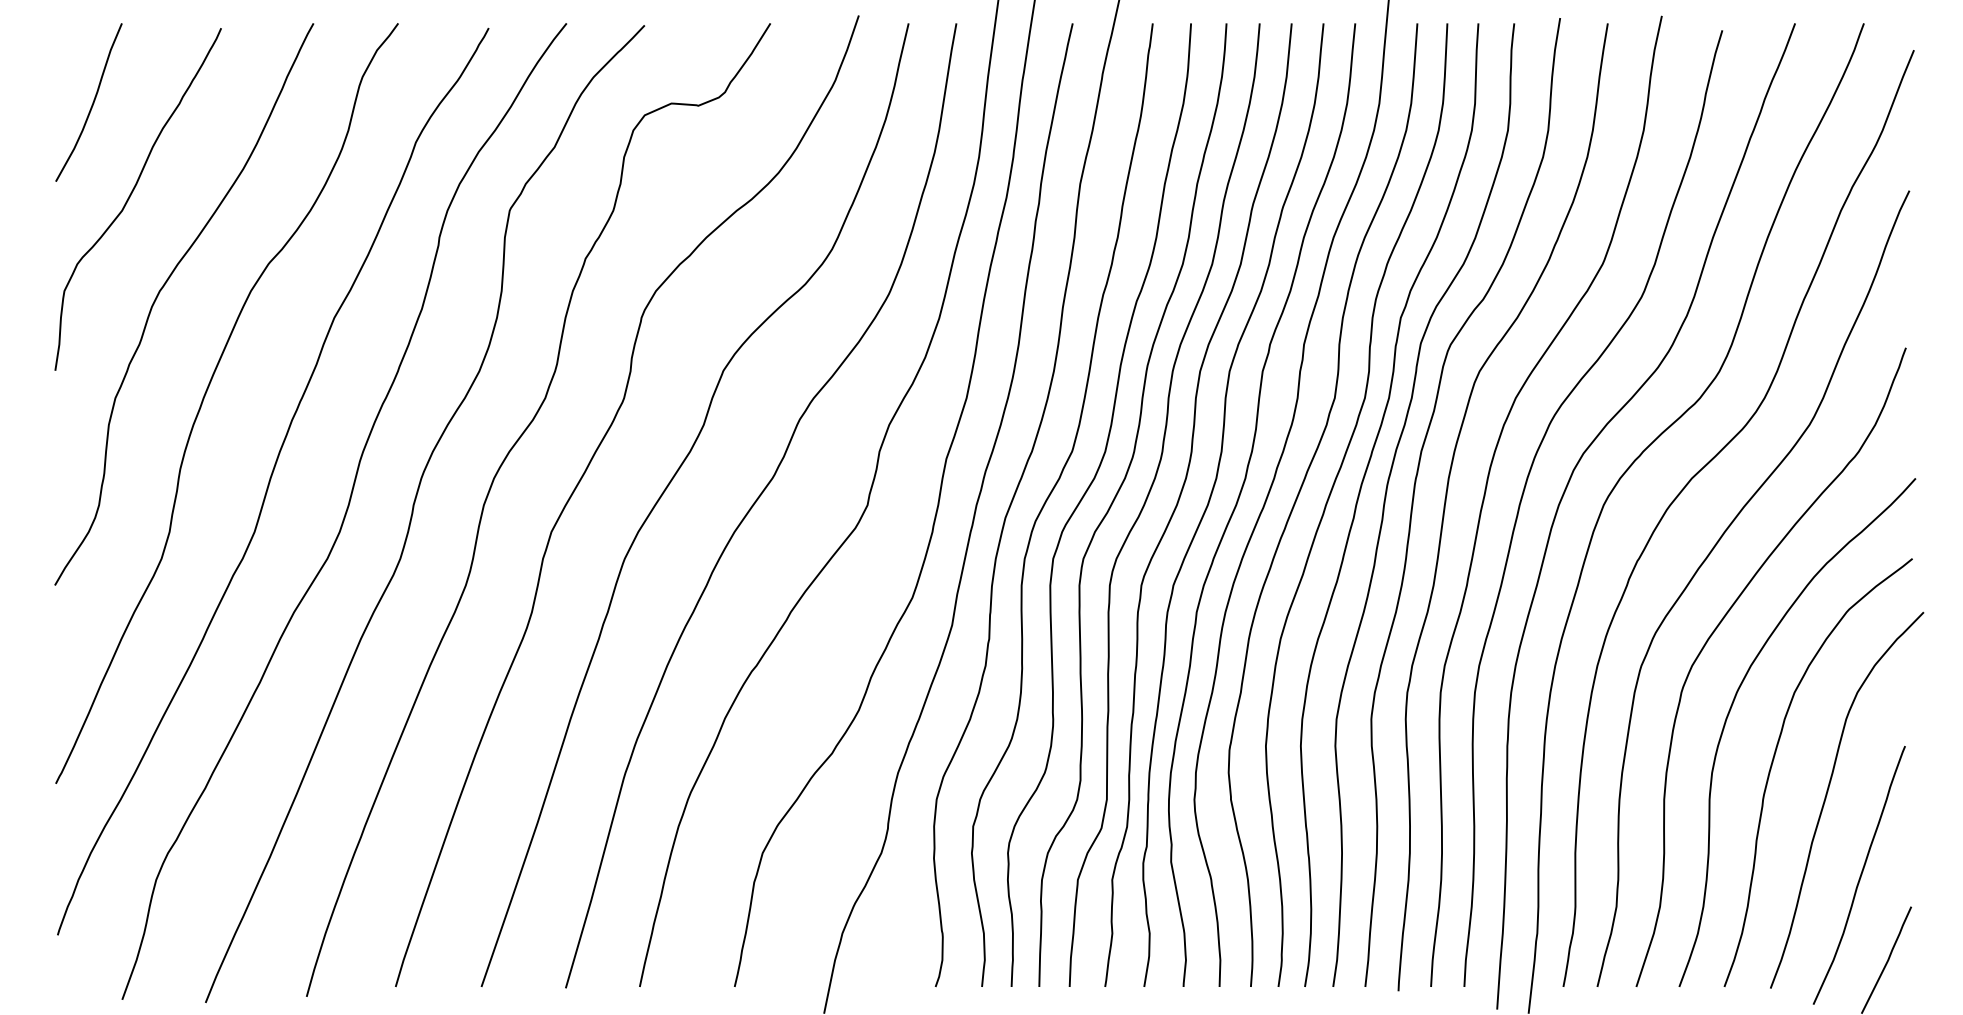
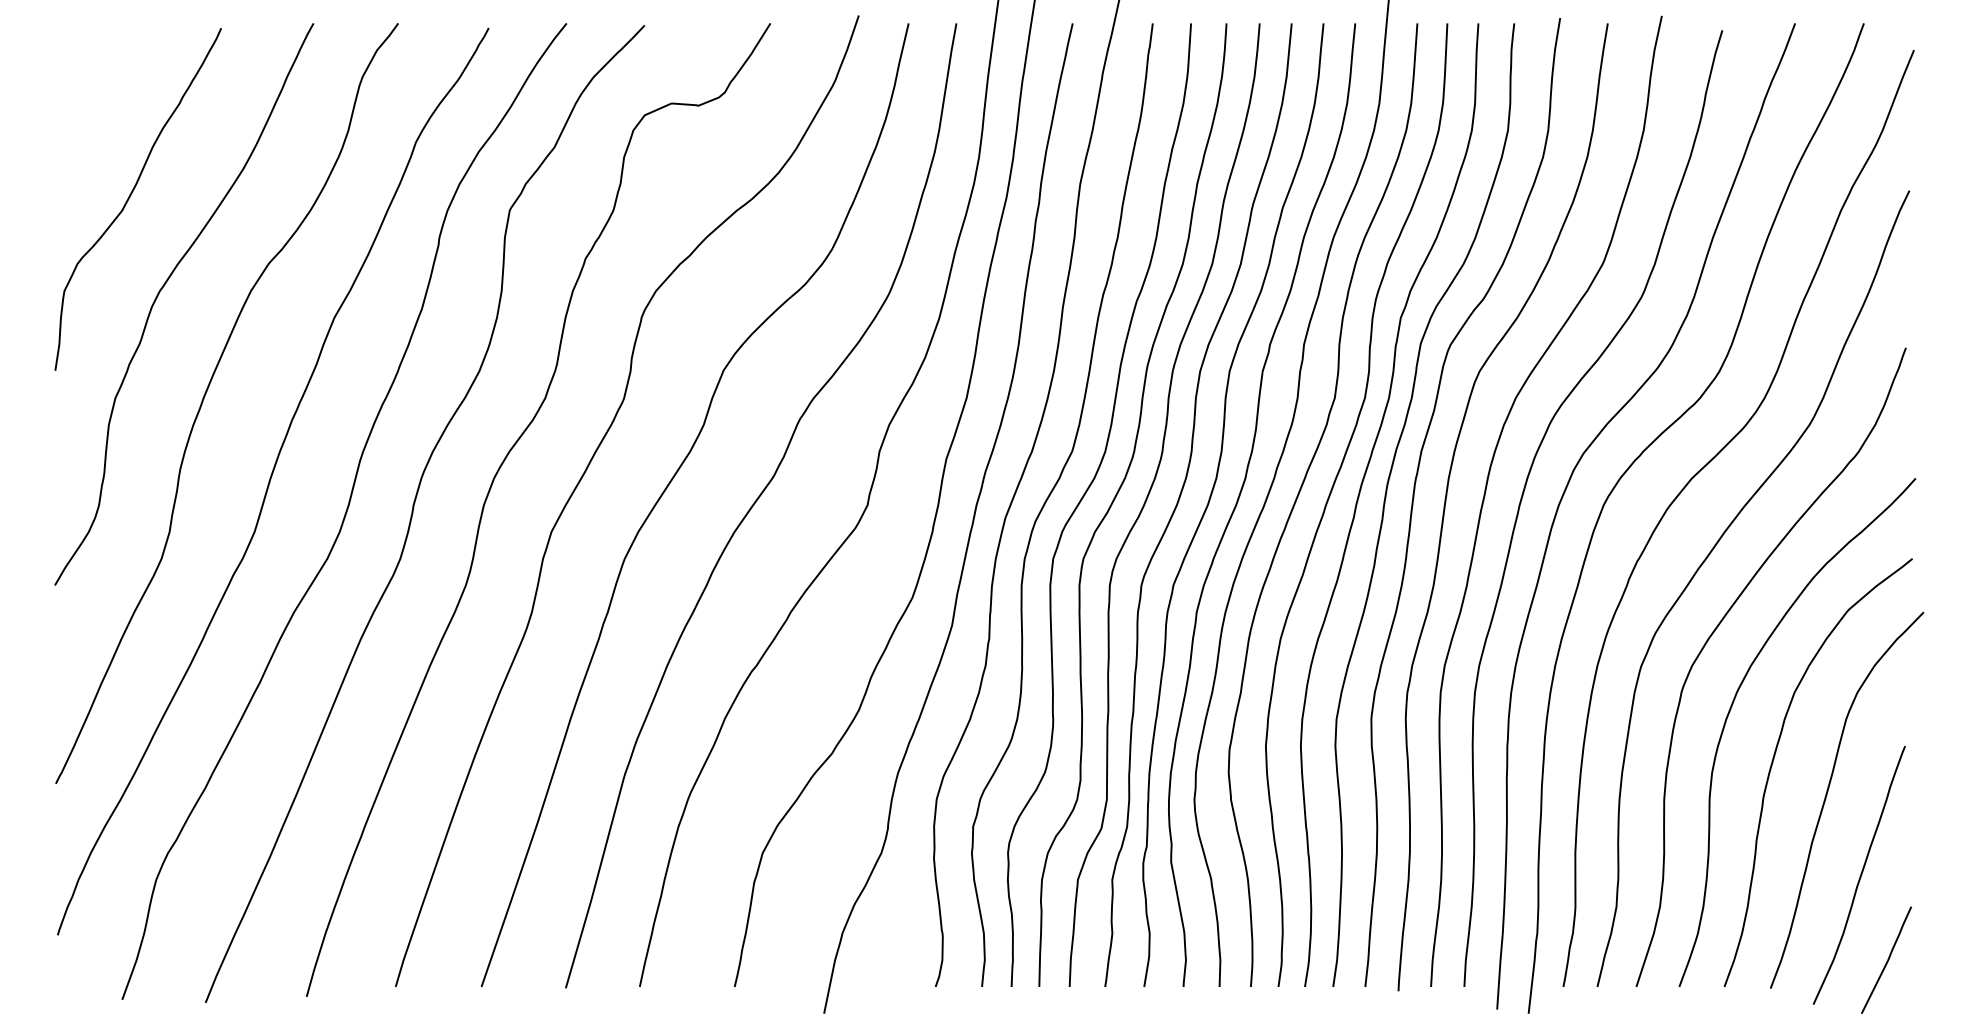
curve at (91, 104): present -> none
